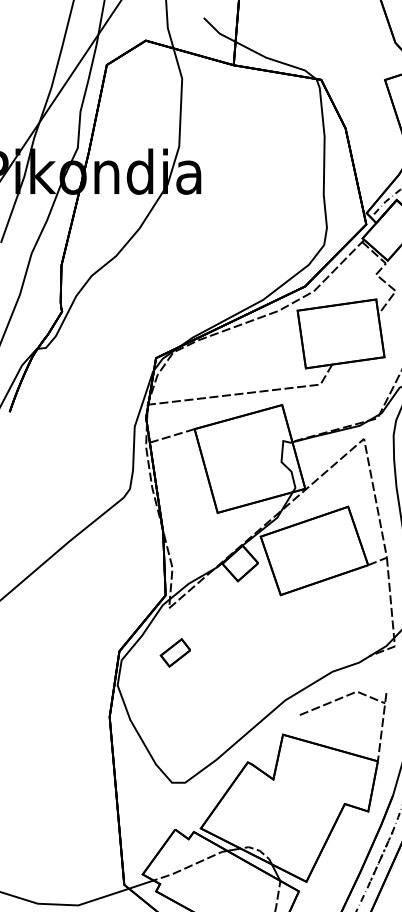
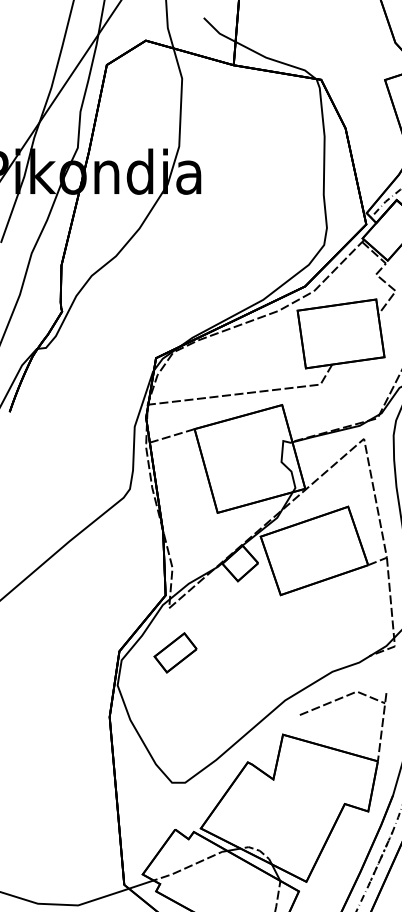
part at (174, 652) size: 32x30 px -> 45x42 px
